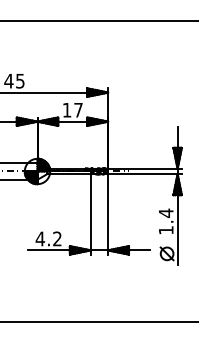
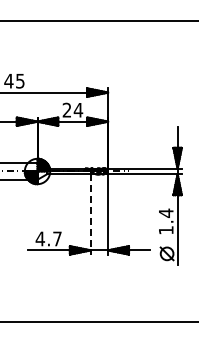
text at (72, 109): 17 -> 24
line at (90, 214): solid -> dashed
text at (57, 238): 4.2 -> 4.7
